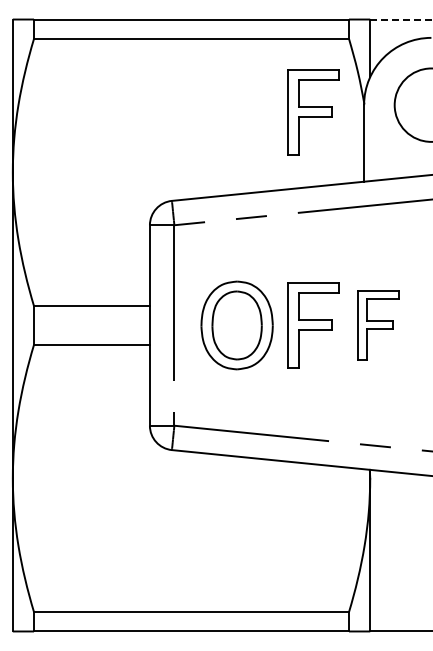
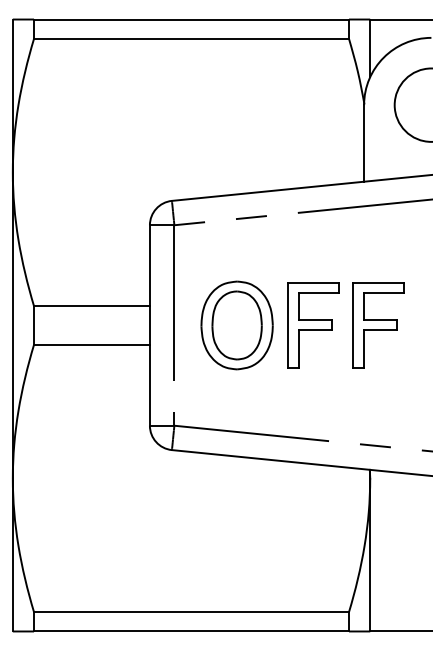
line at (401, 19): dashed -> solid
part at (313, 112): present -> none
part at (378, 325) size: 43x71 px -> 53x87 px
